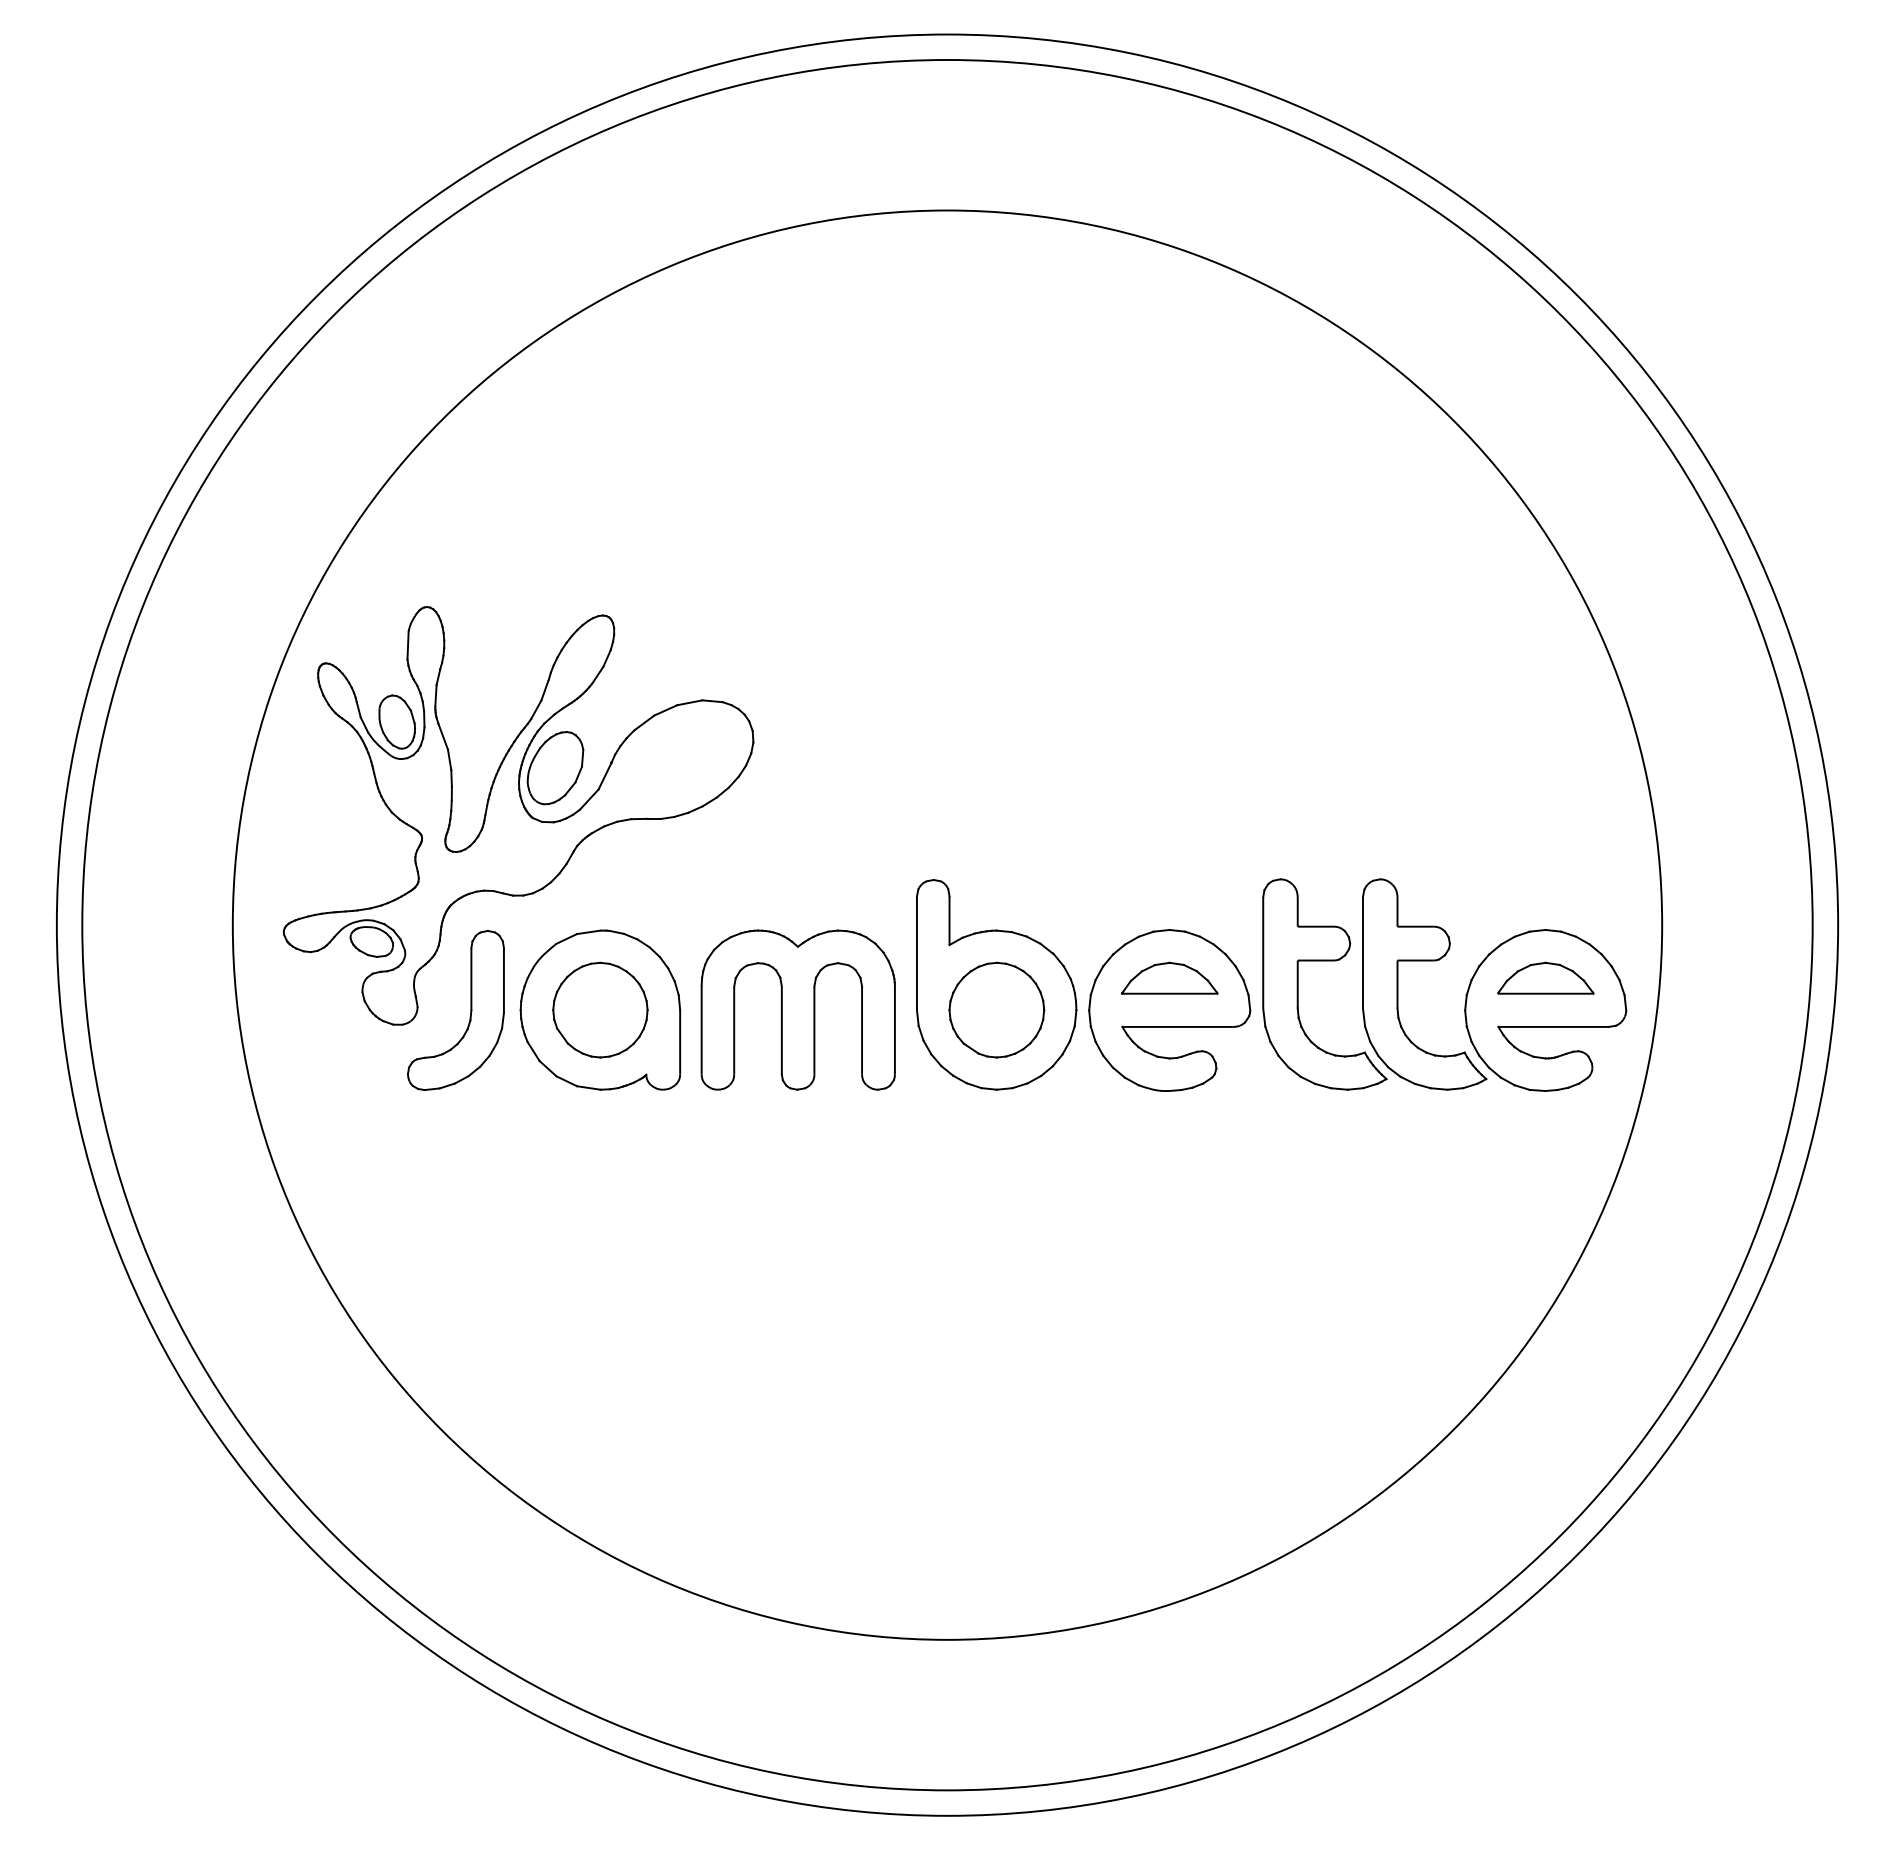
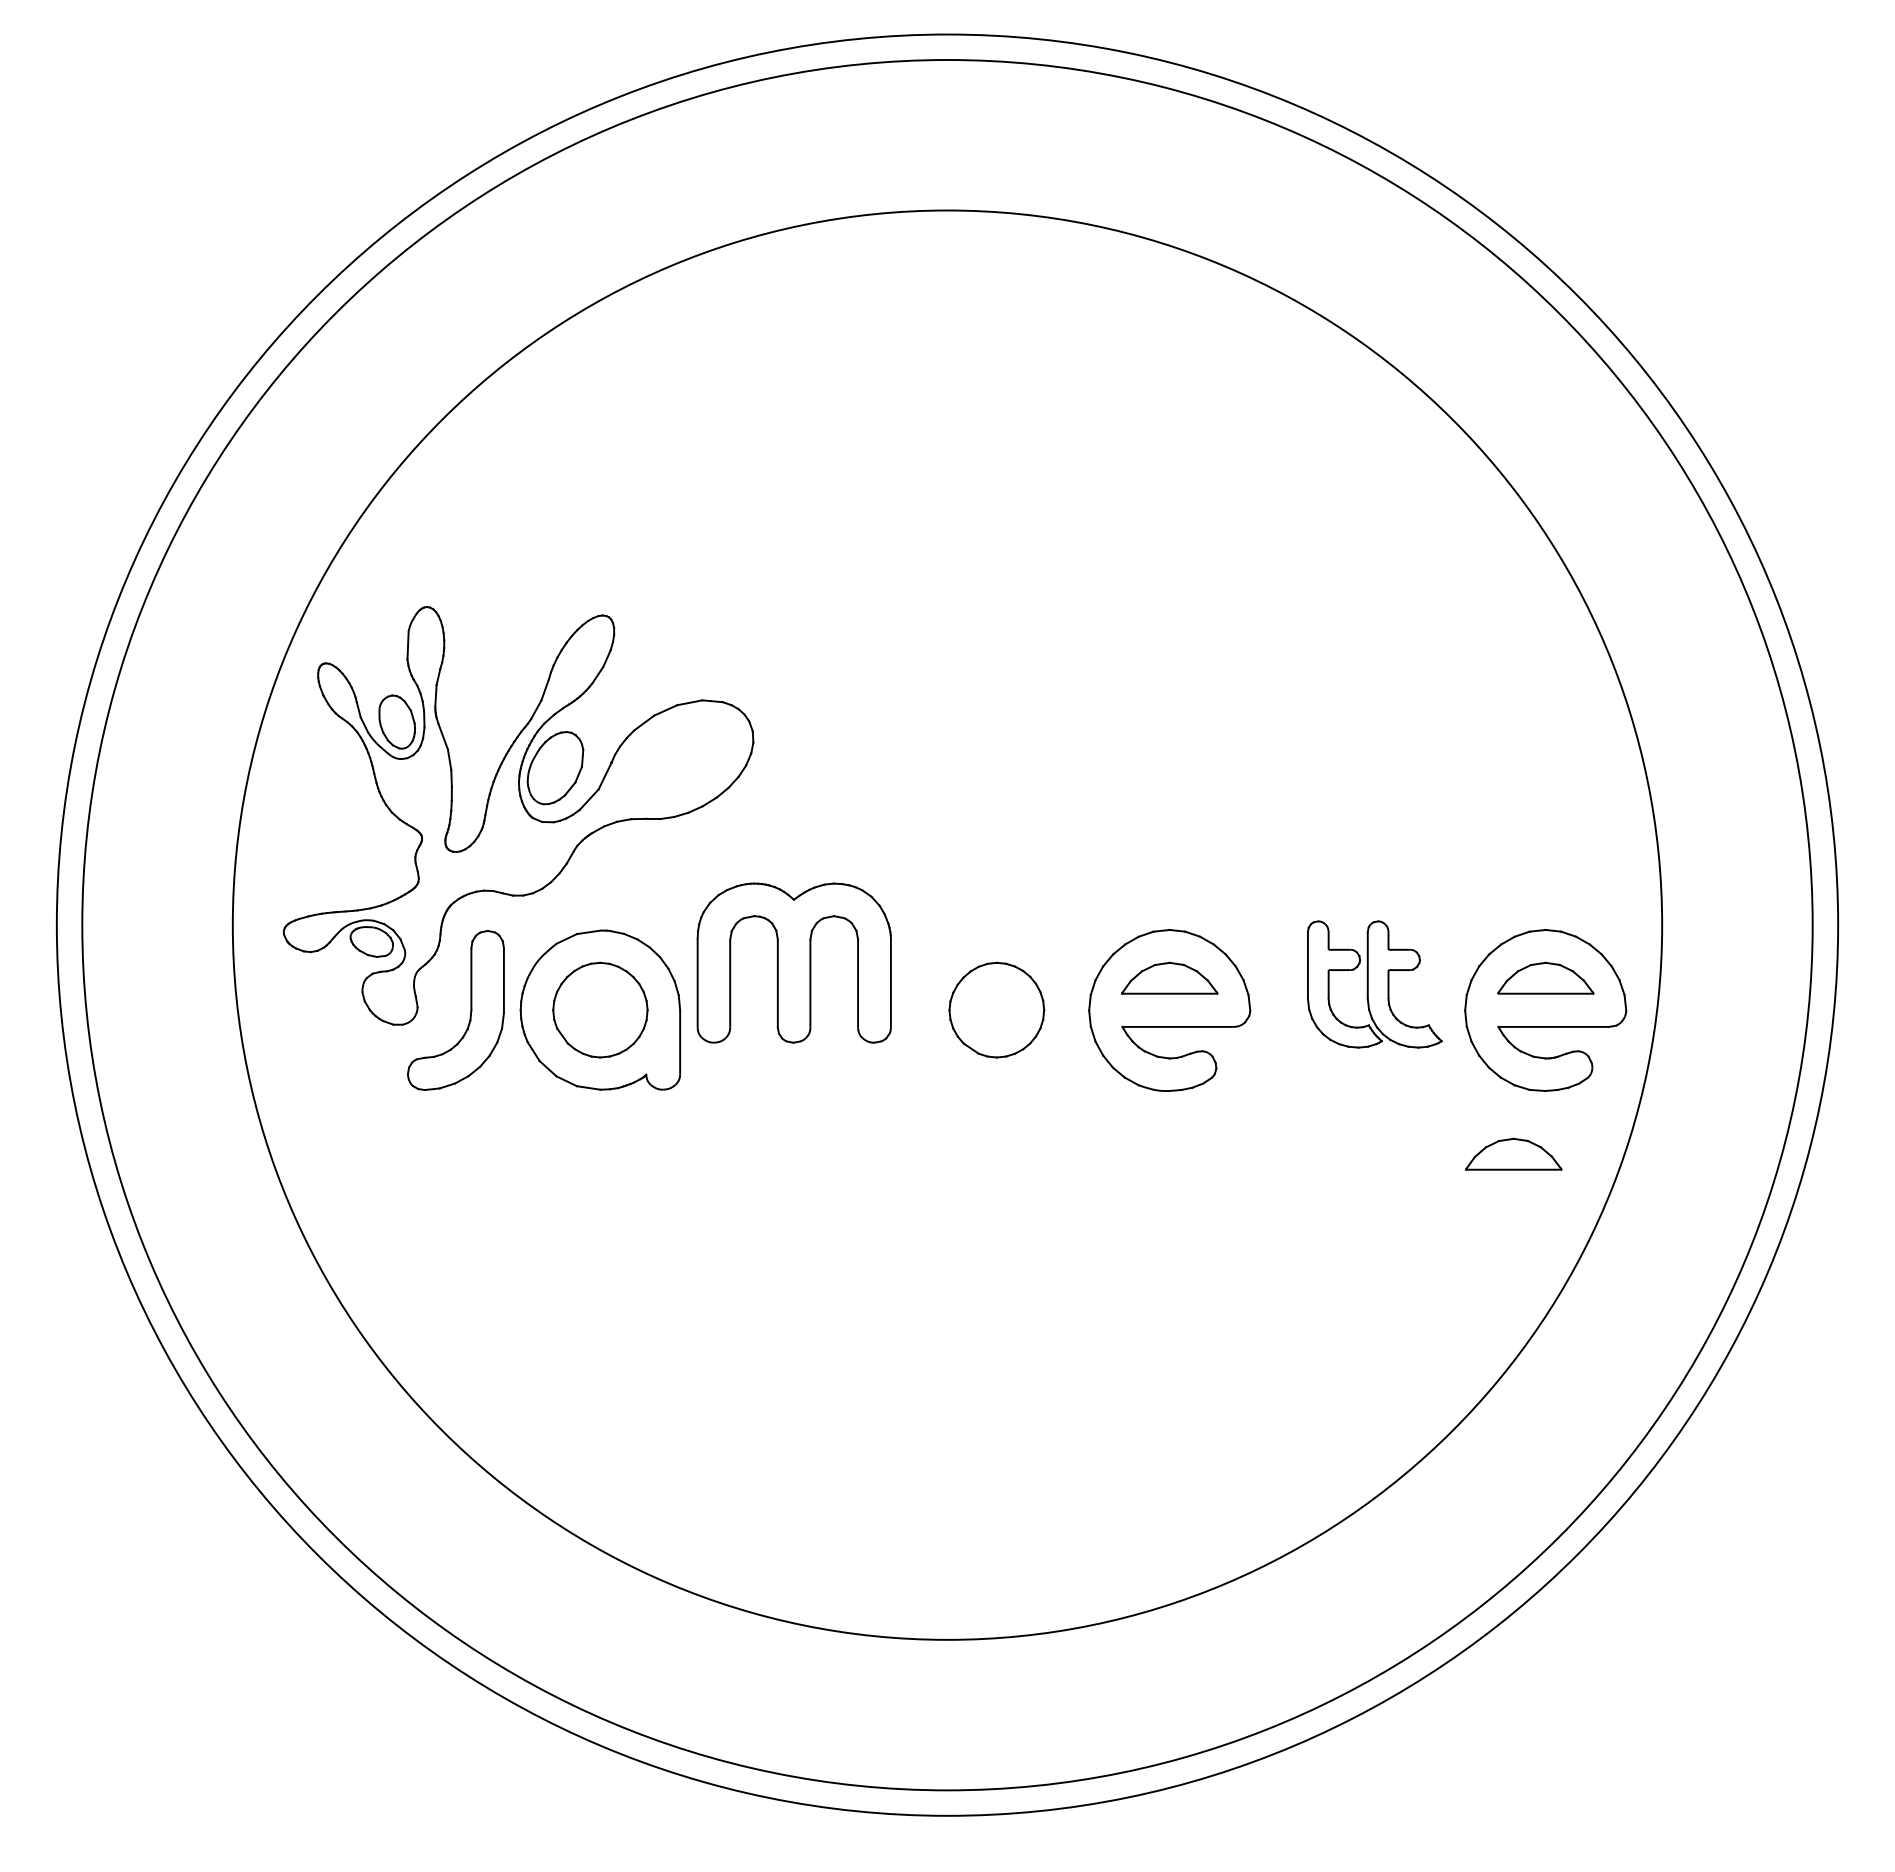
part at (996, 984): present -> none
part at (1374, 984) size: 226x213 px -> 136x129 px
part at (797, 1009) position: (797, 1009) -> (793, 962)
part at (1513, 1153): none -> present
